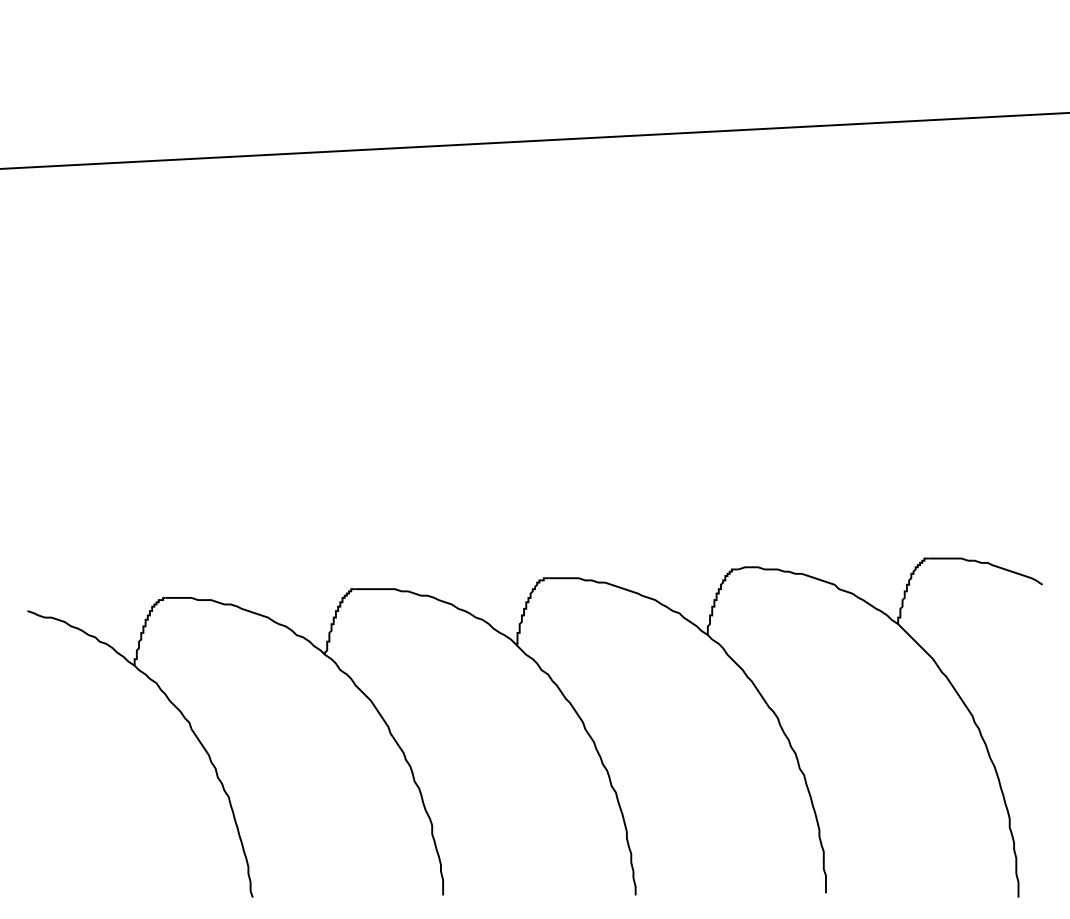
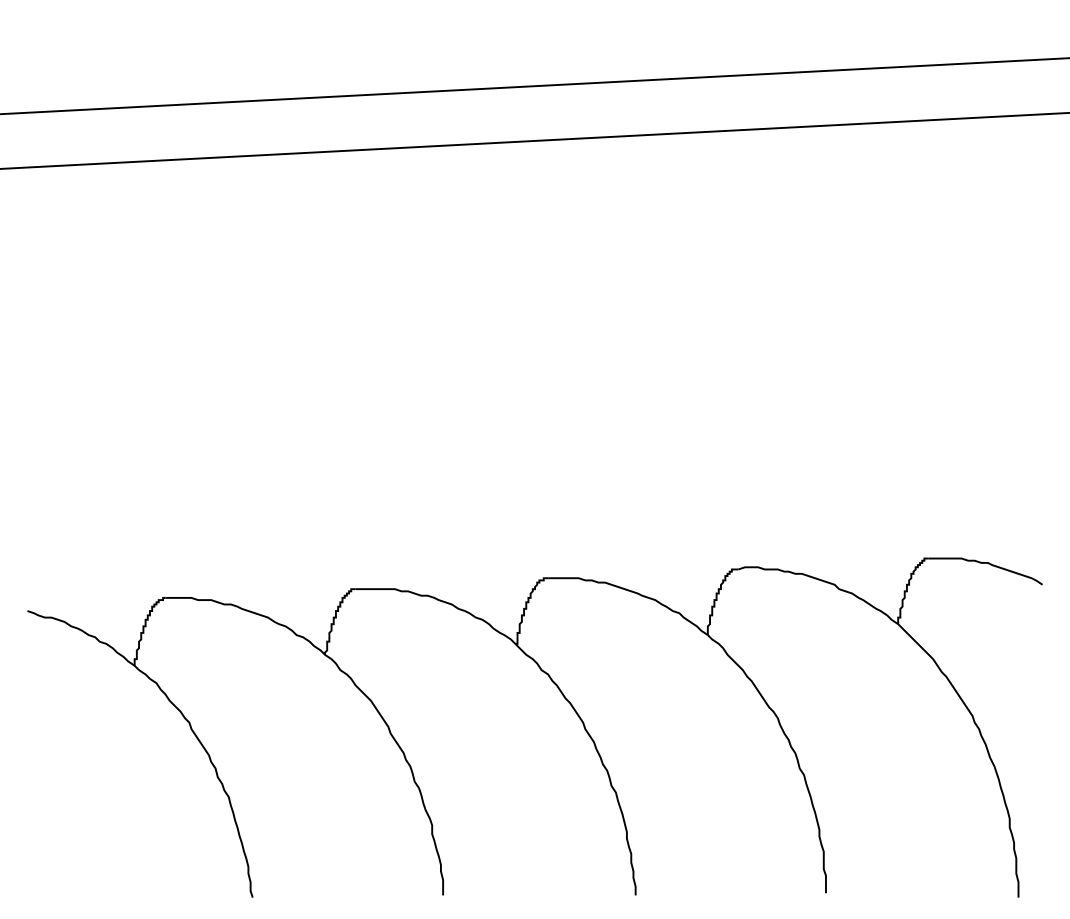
line at (534, 86): none -> present
